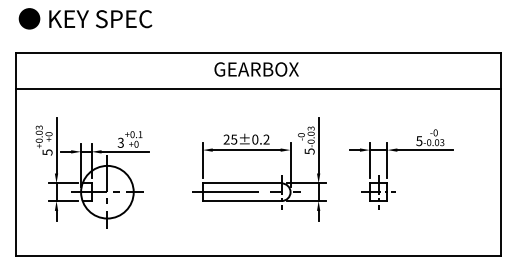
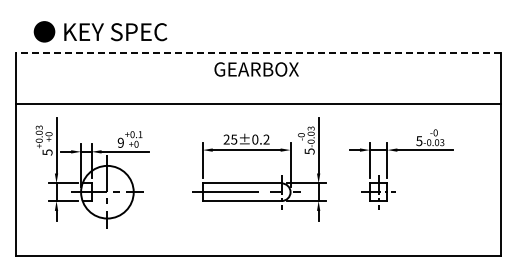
text at (85, 18) position: (85, 18) -> (100, 31)
line at (258, 53): solid -> dashed
line at (258, 88) position: (258, 88) -> (258, 103)
text at (120, 142): 3 -> 9
